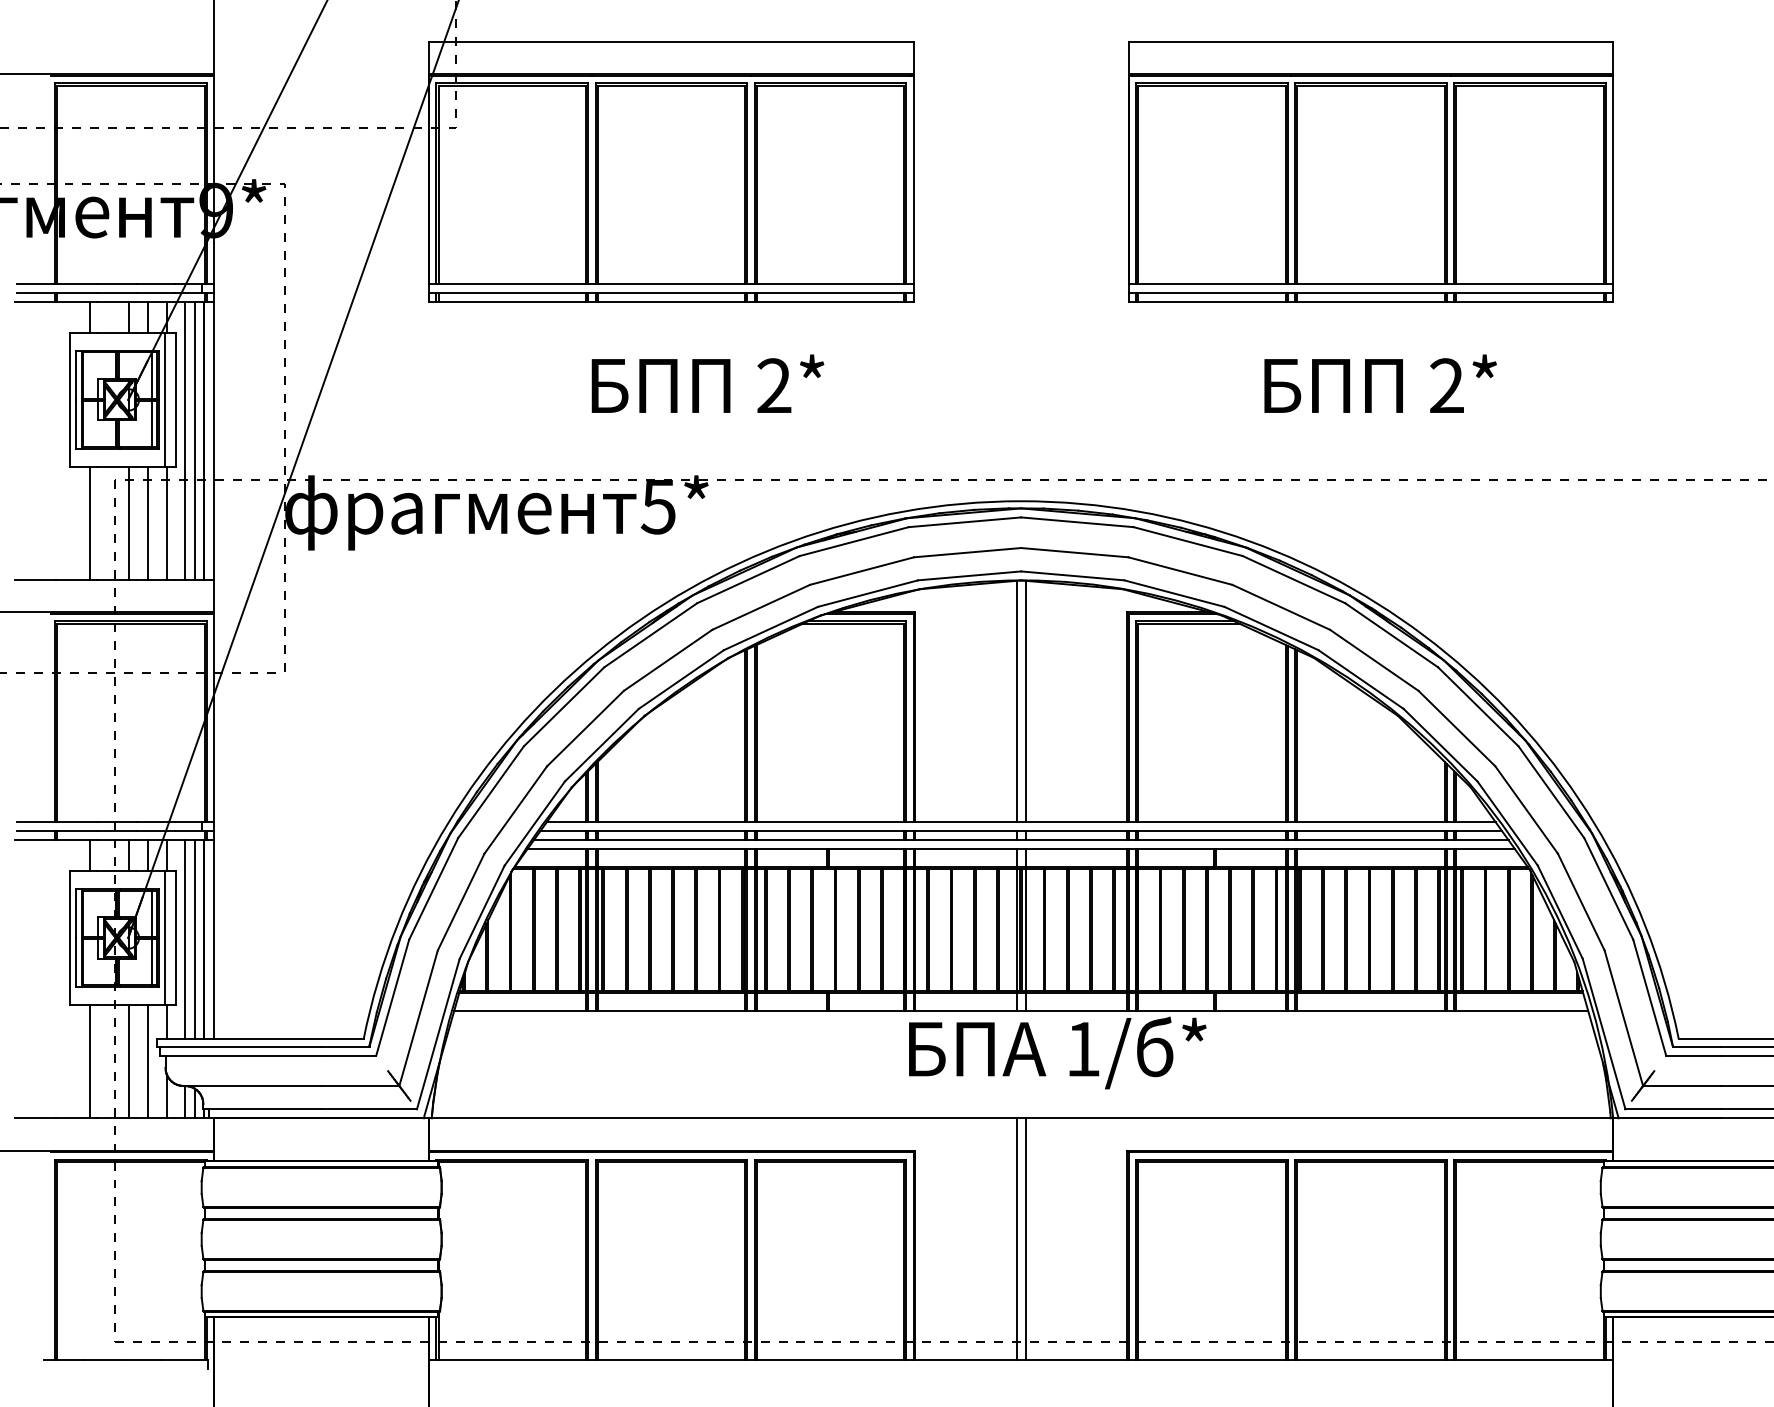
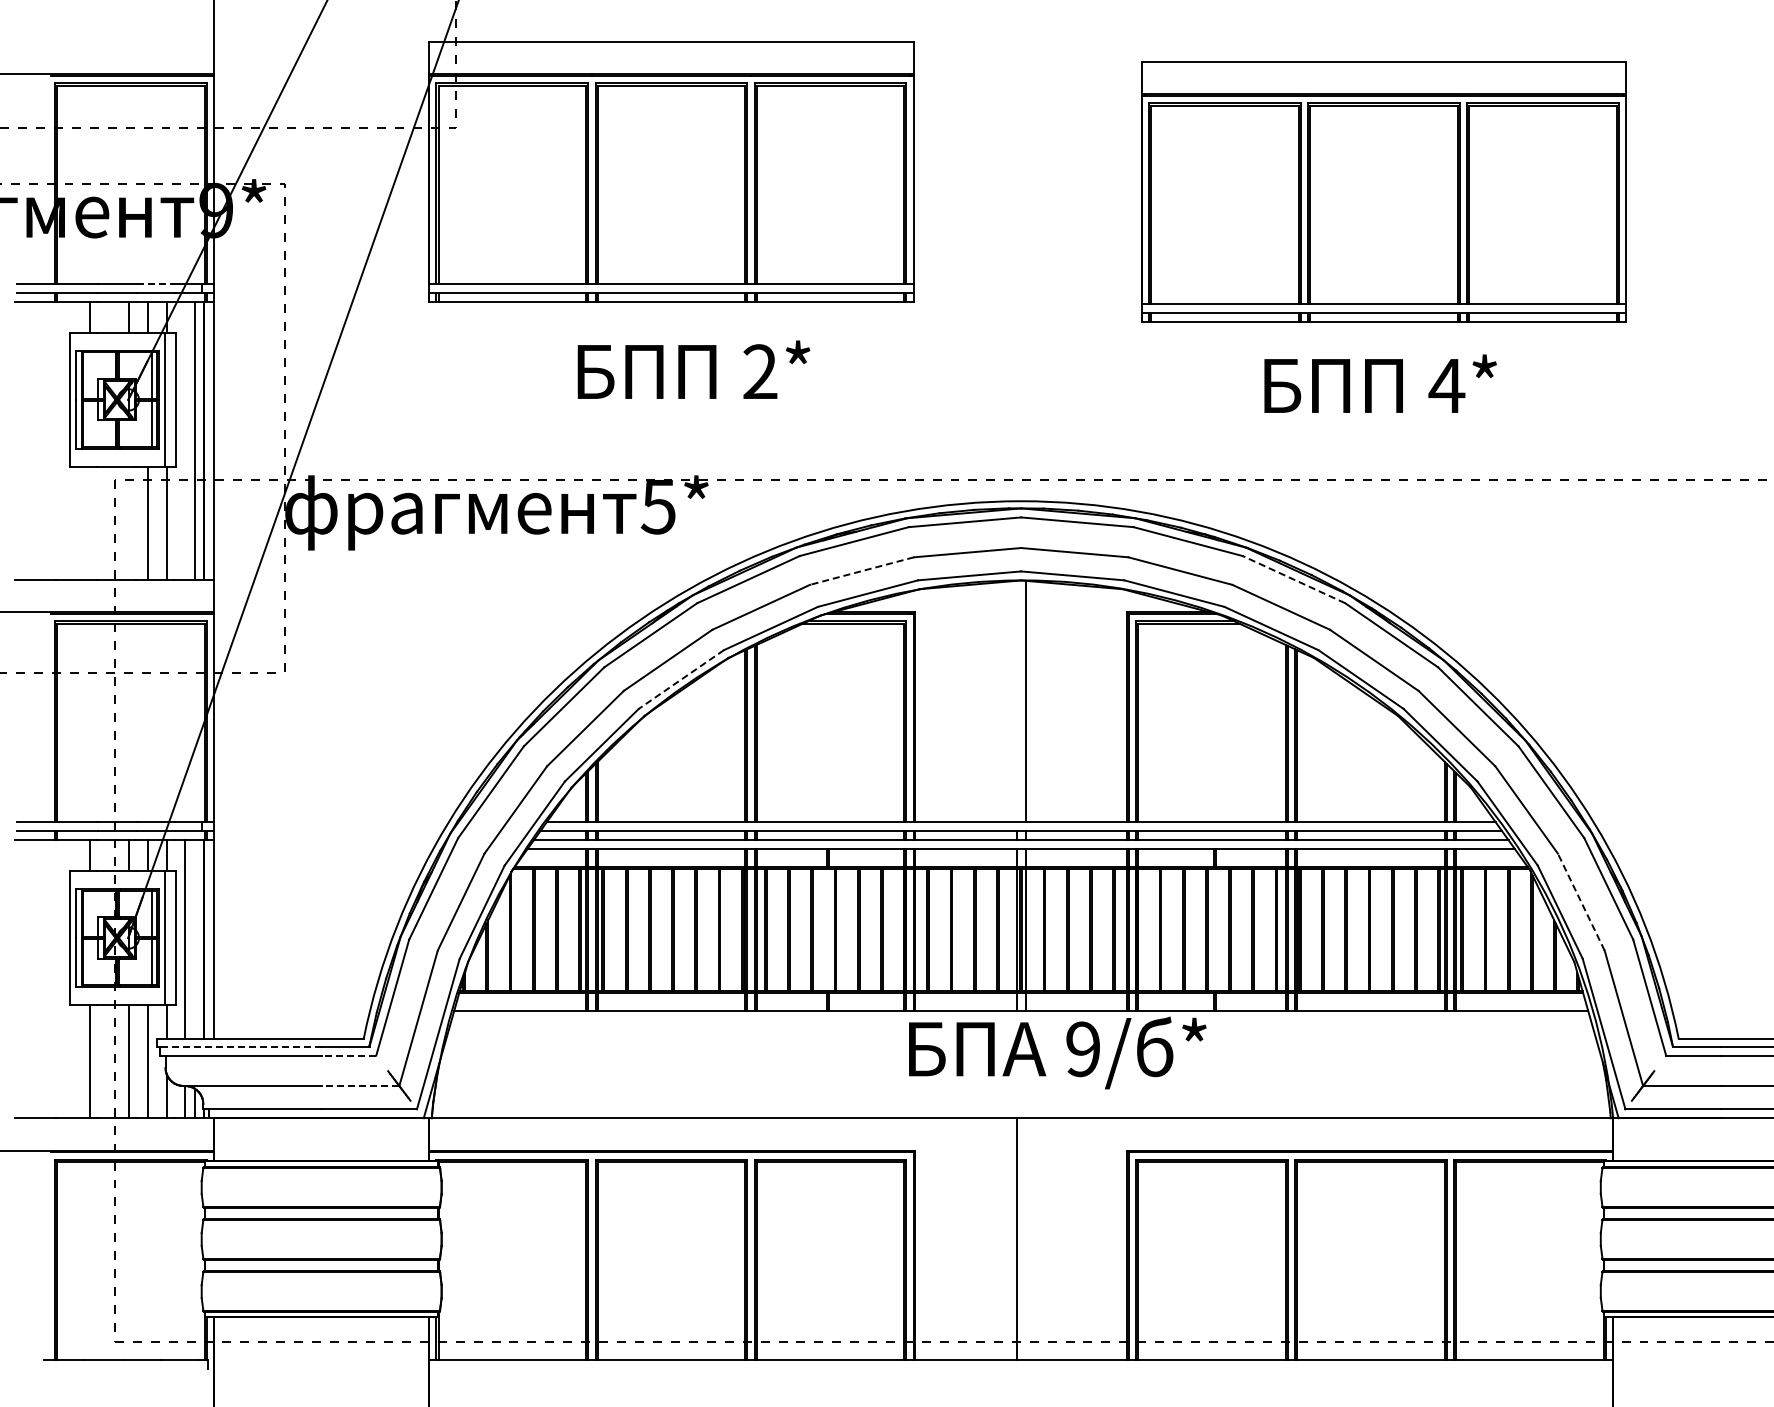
part at (1370, 171) position: (1370, 171) -> (1383, 191)
line at (155, 284): solid -> dashed
text at (707, 383) position: (707, 383) -> (693, 369)
text at (1446, 385): 2* -> 4*
line at (185, 441): present -> none
line at (89, 523): present -> none
line at (128, 523): present -> none
line at (862, 571): solid -> dashed
line at (1293, 579): solid -> dashed
line at (681, 679): solid -> dashed
line at (1016, 701): present -> none
line at (1581, 902): solid -> dashed
line at (194, 939): present -> none
line at (240, 1046): solid -> dashed
text at (1082, 1049): 1/ -> 9/
line at (348, 1055): solid -> dashed
line at (360, 1086): solid -> dashed
line at (1025, 1239): present -> none
